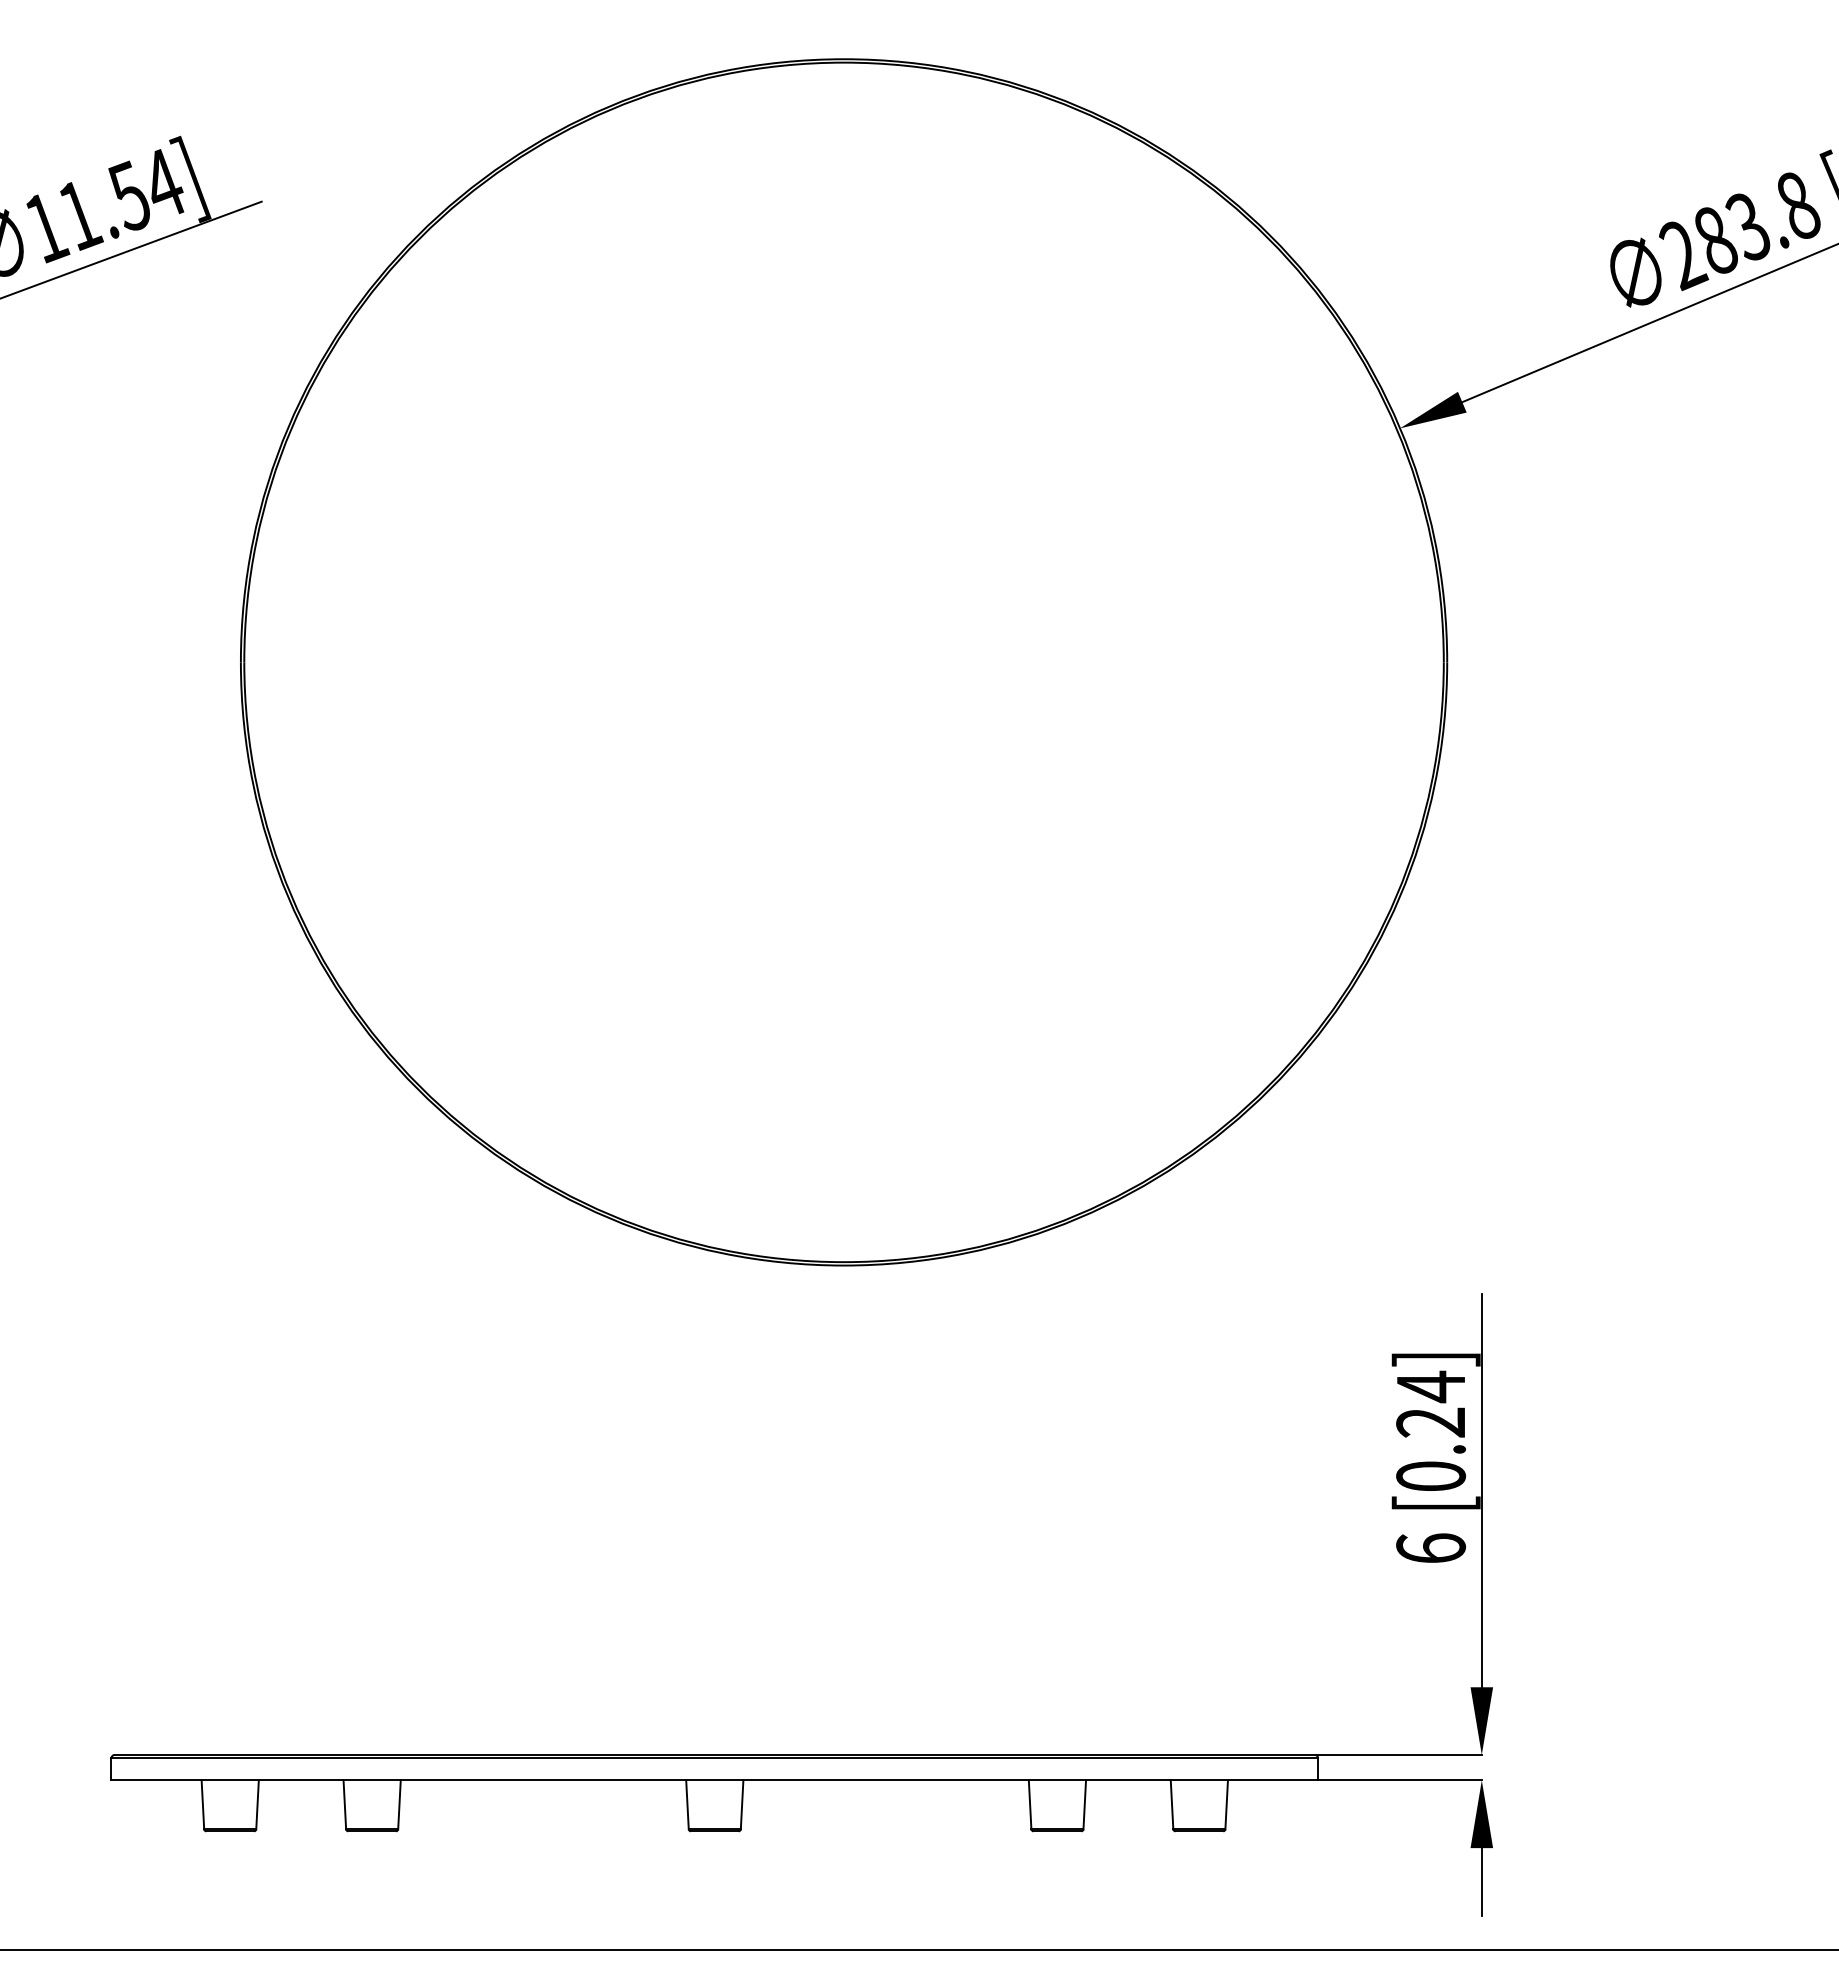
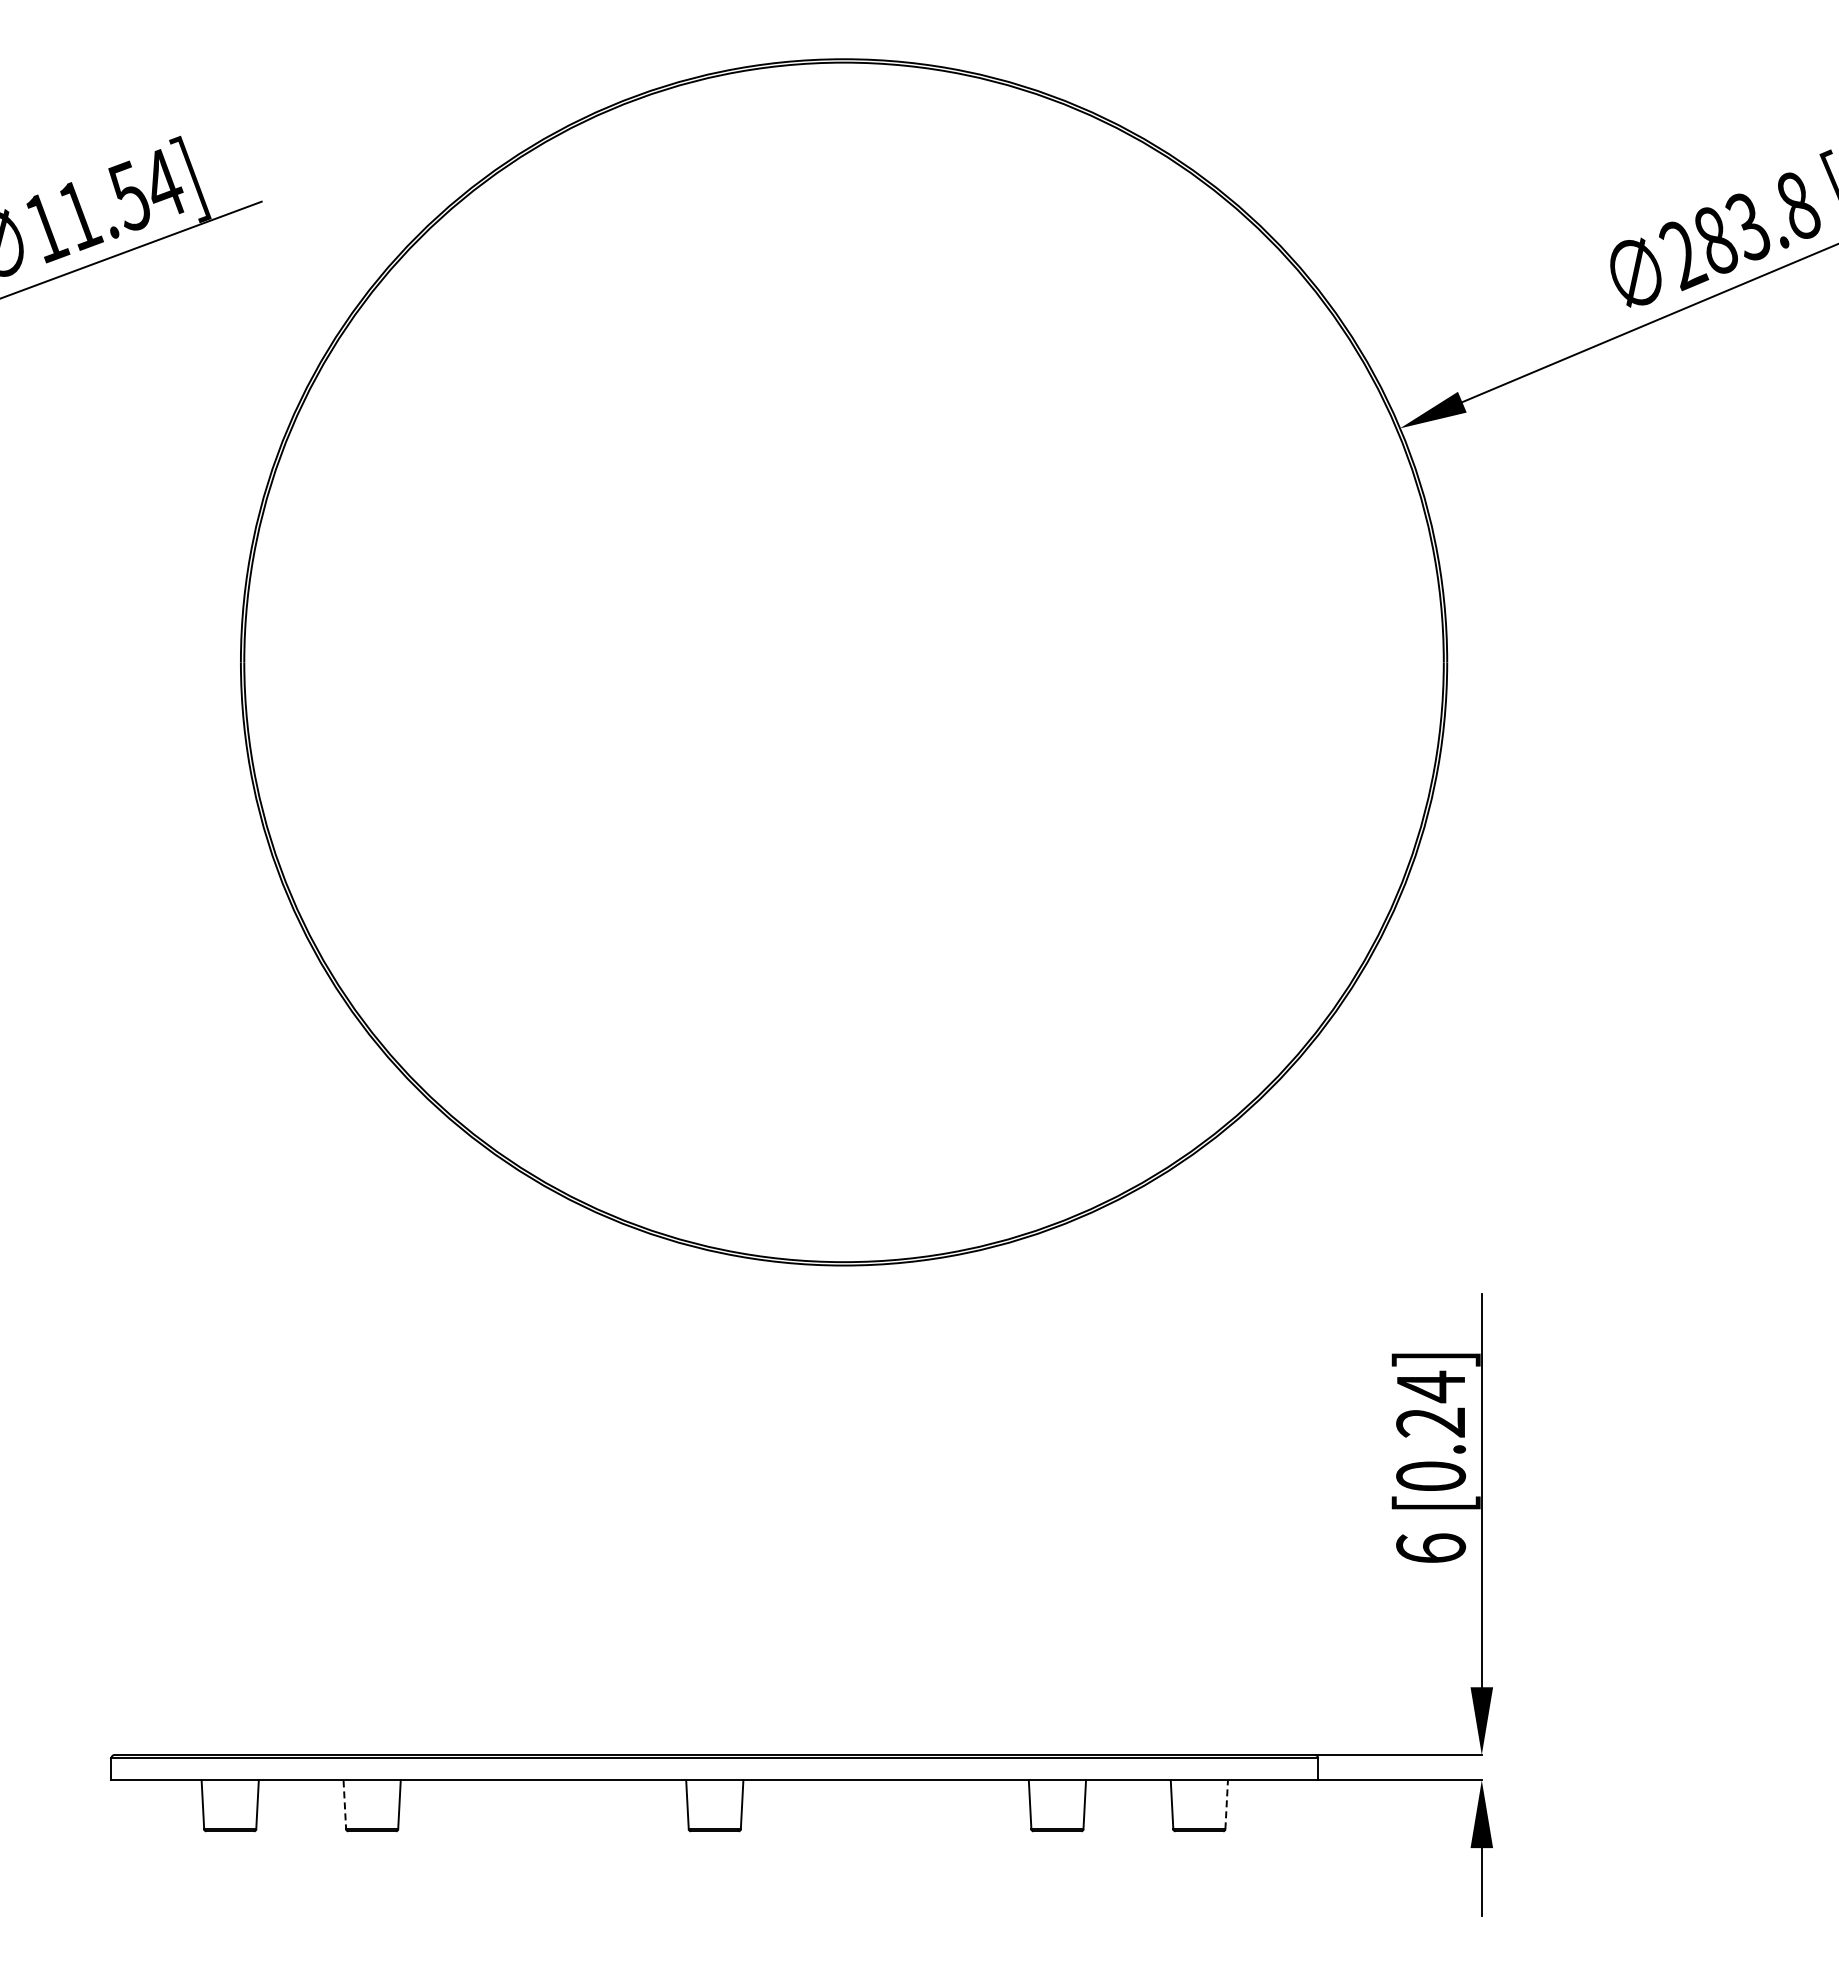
line at (1226, 1804): solid -> dashed
line at (344, 1805): solid -> dashed
line at (918, 1950): present -> none
